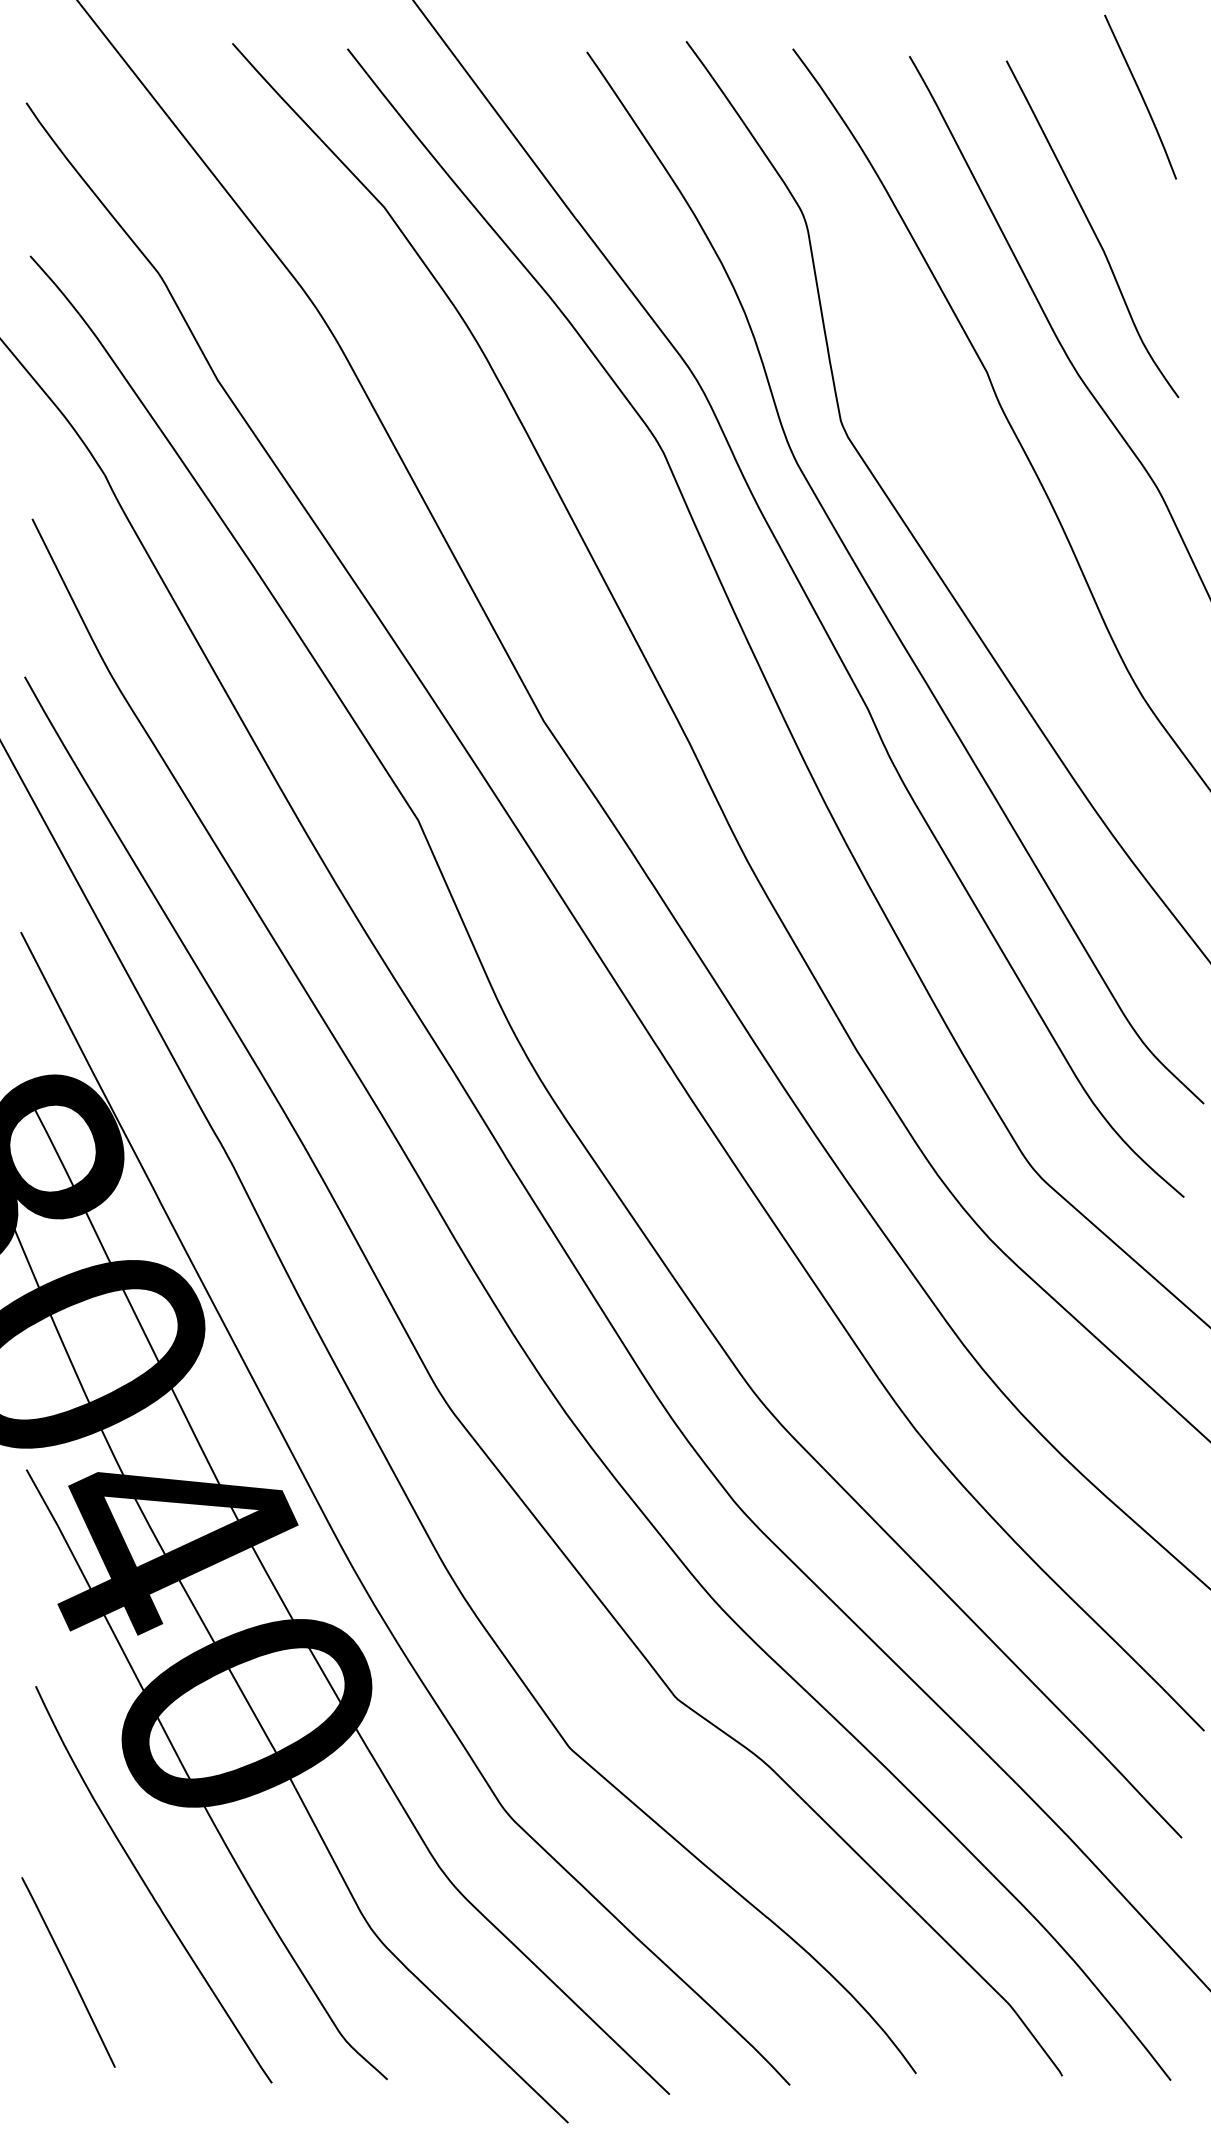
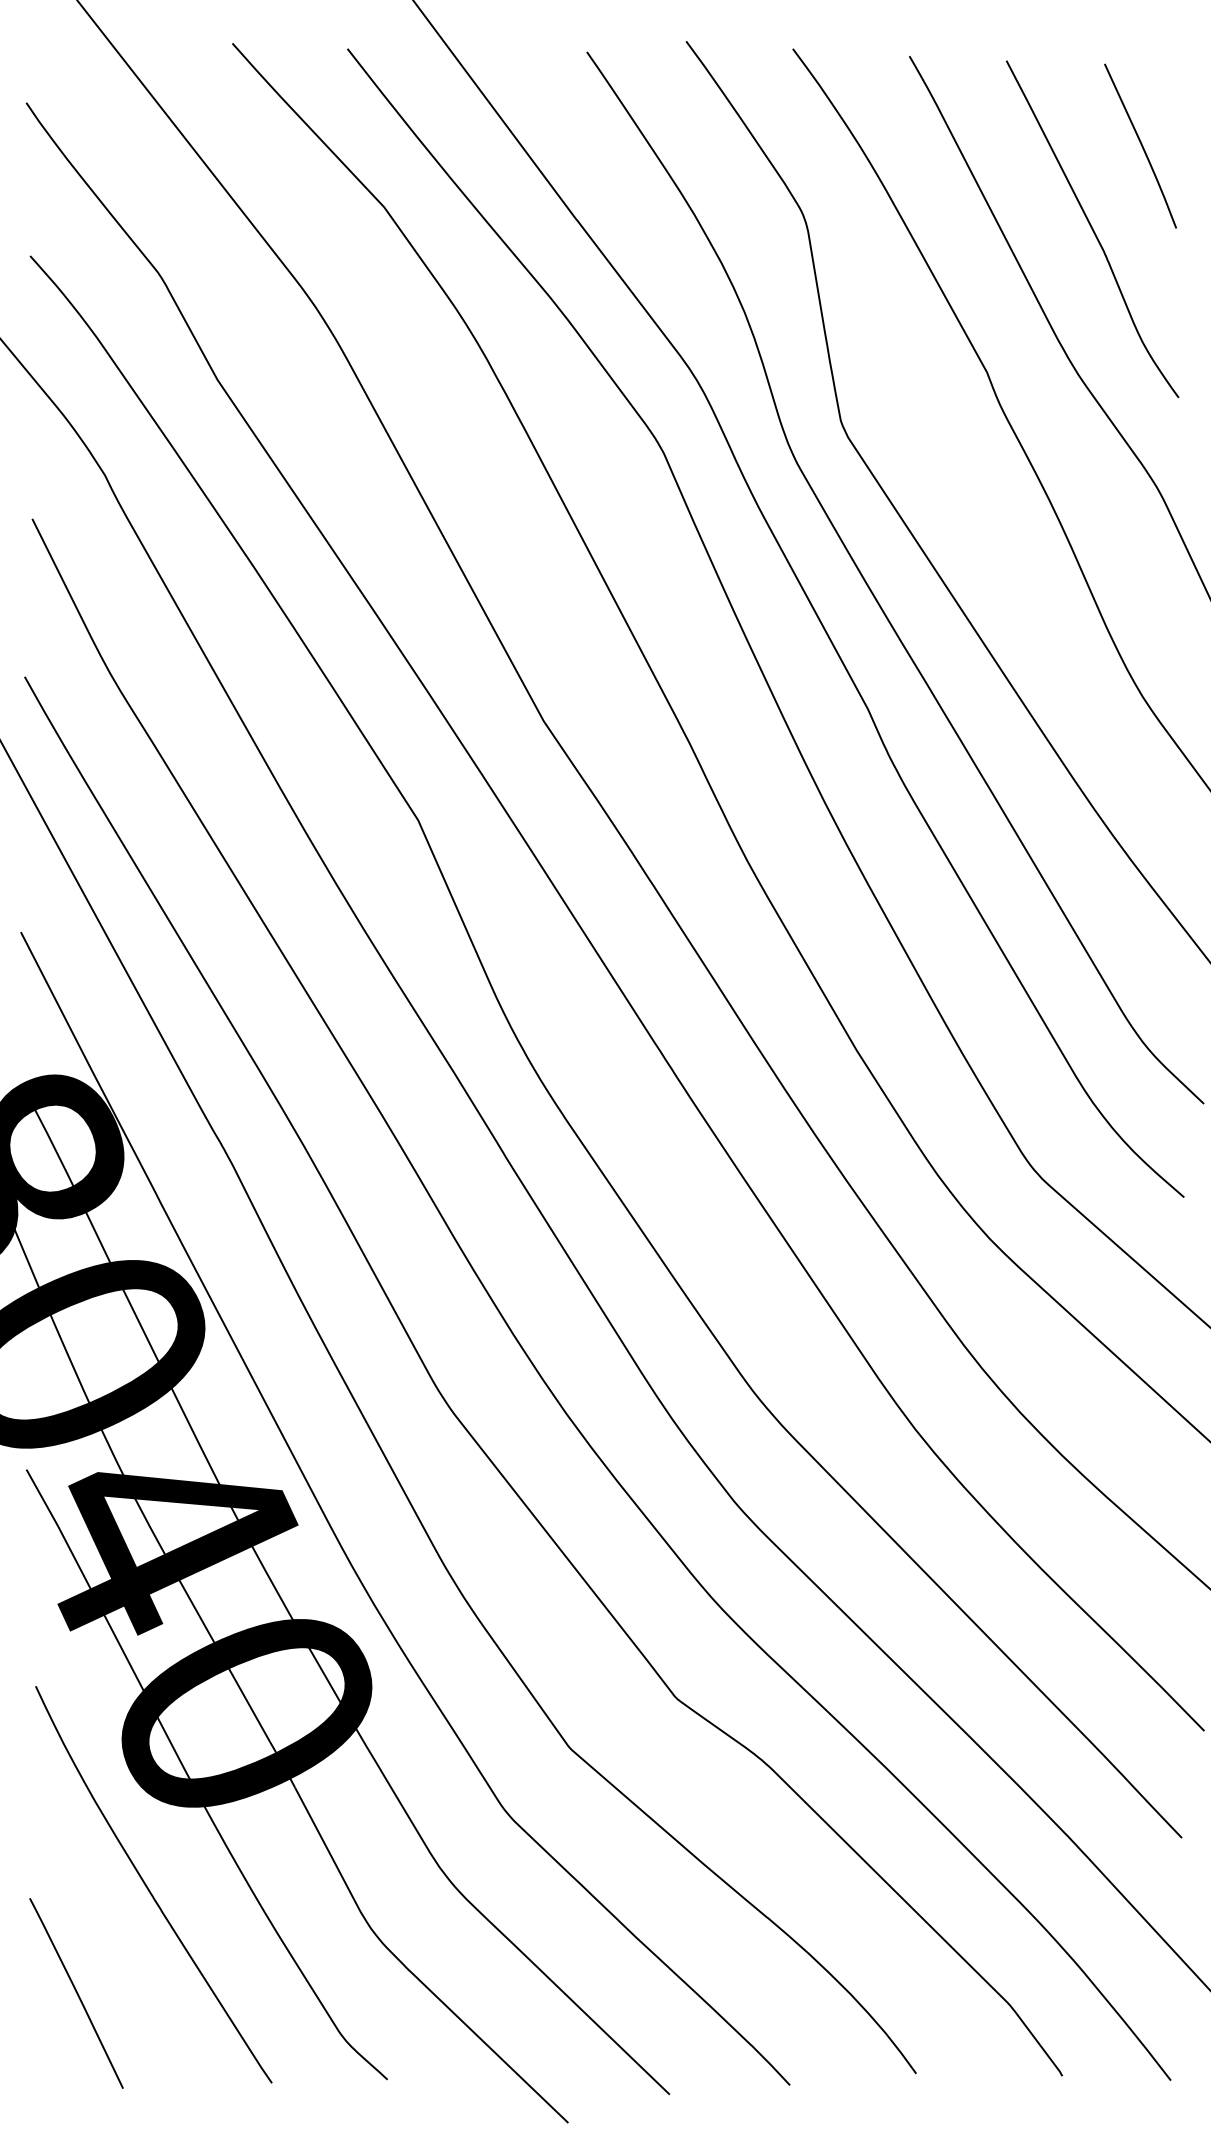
curve at (1140, 95) position: (1140, 95) -> (1140, 144)
curve at (68, 1972) position: (68, 1972) -> (76, 1993)
